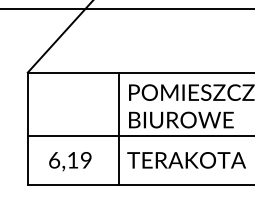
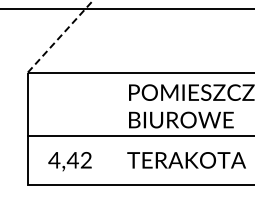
line at (60, 36): solid -> dashed
line at (119, 128): present -> none
text at (69, 160): 6,19 -> 4,42
